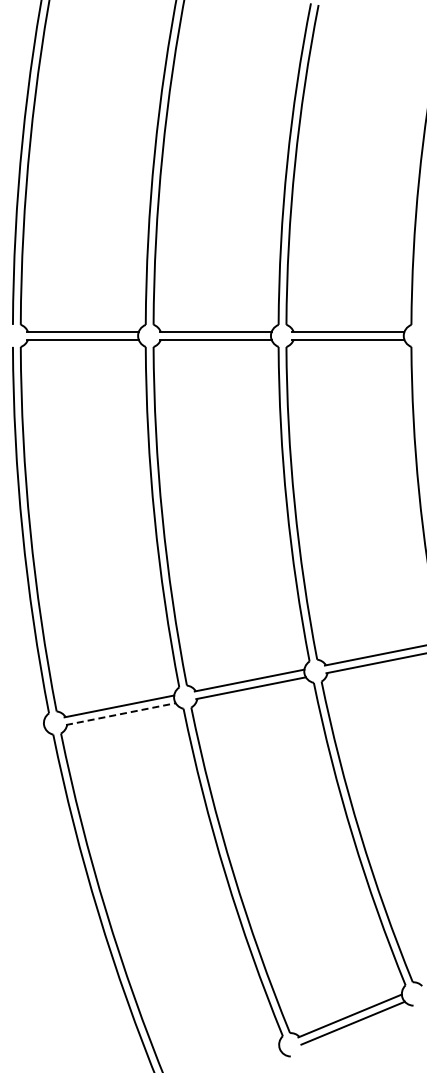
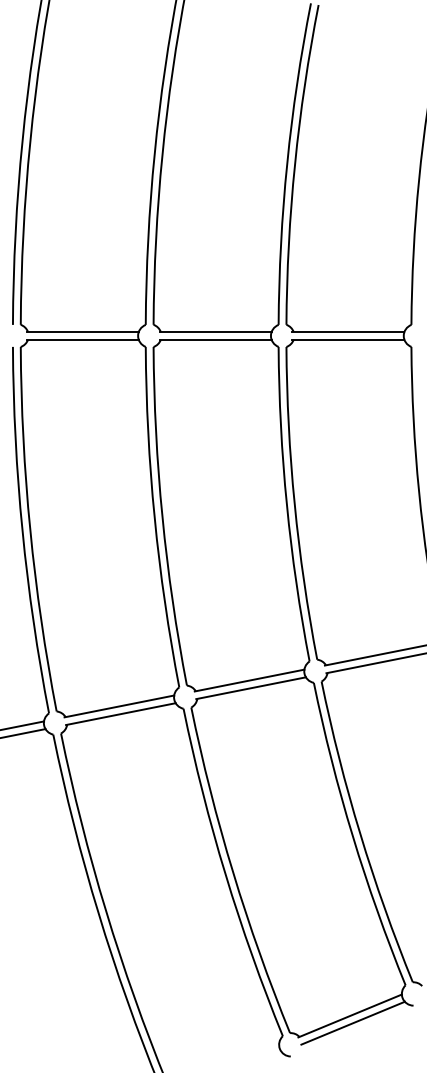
line at (120, 714): dashed -> solid
line at (23, 725): none -> present
line at (23, 733): none -> present
